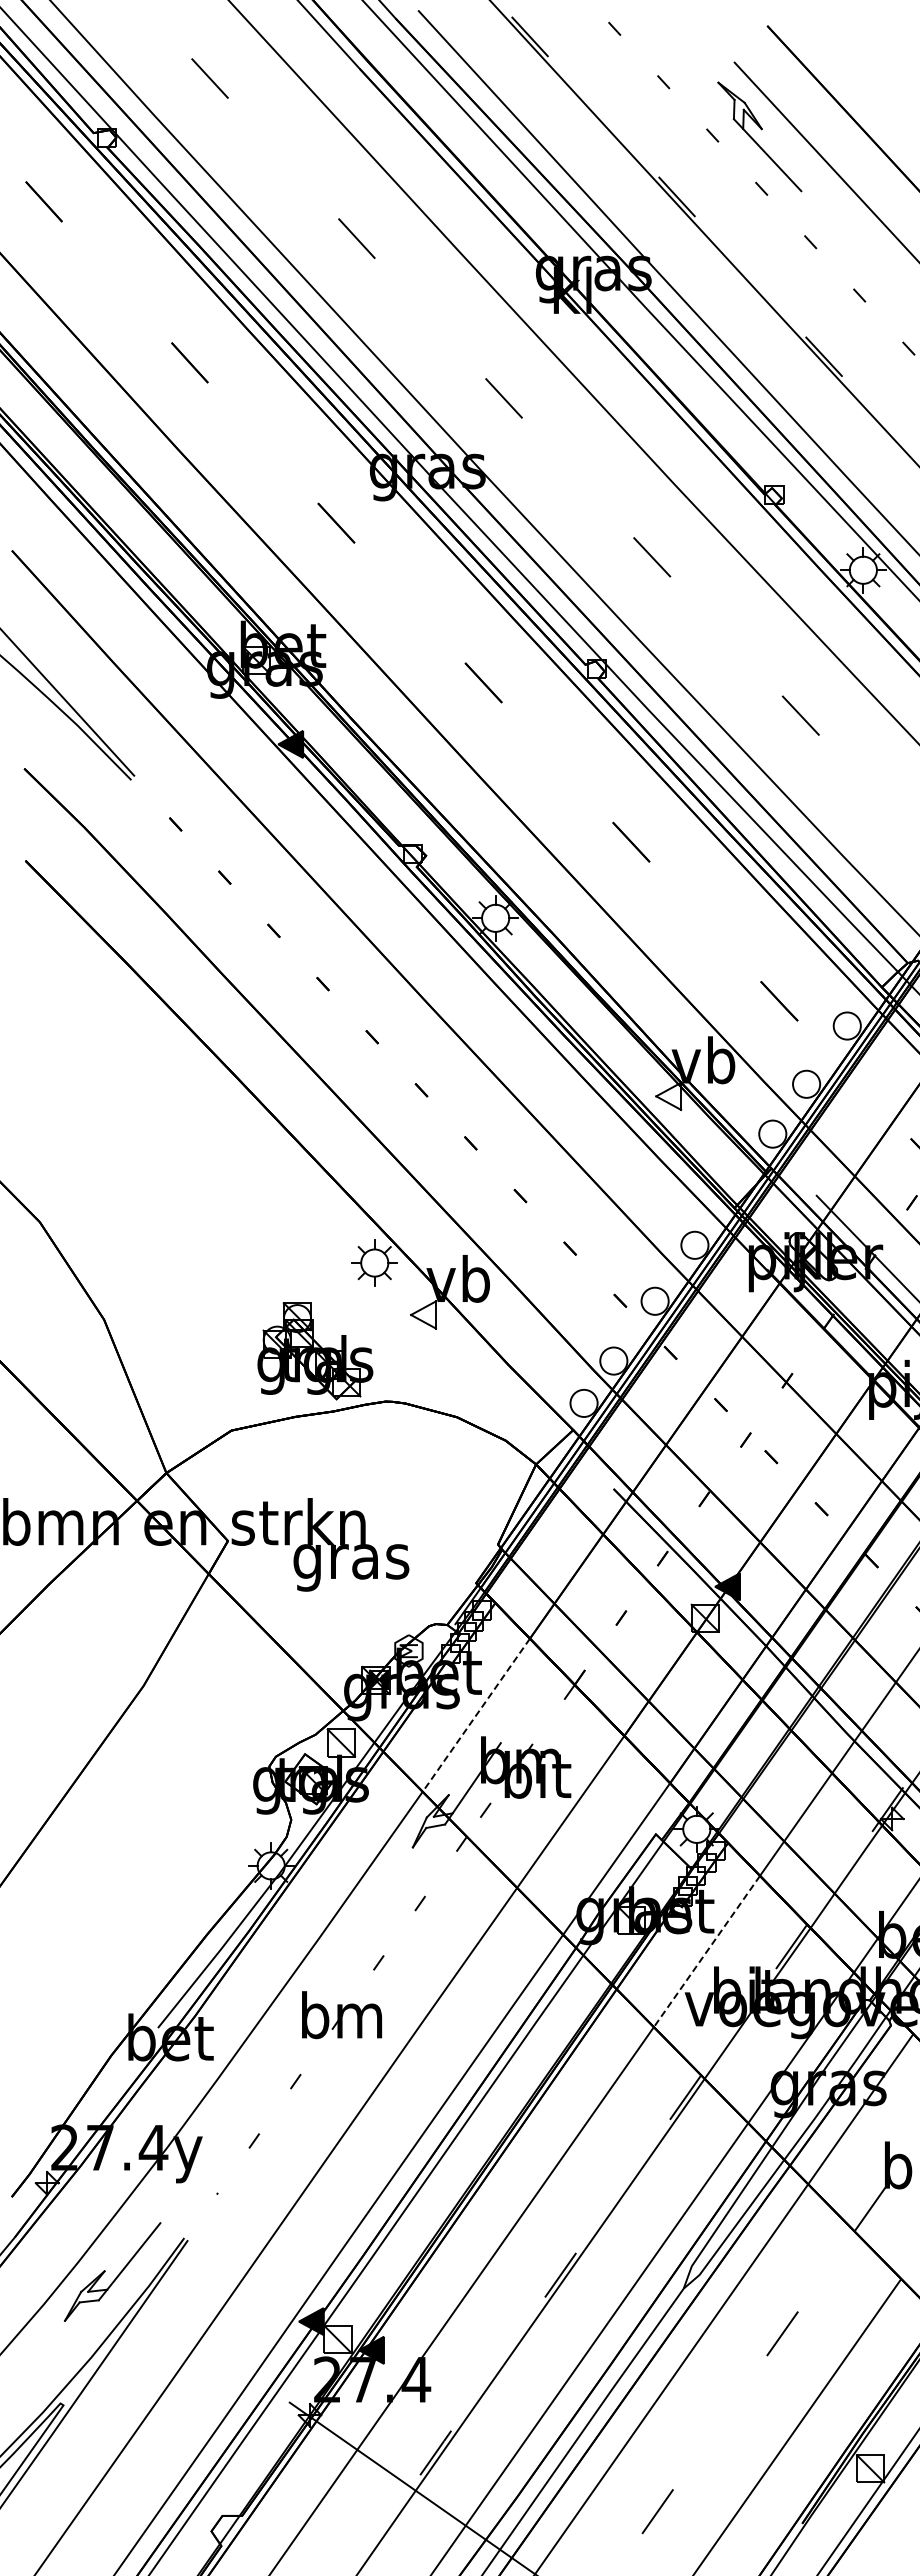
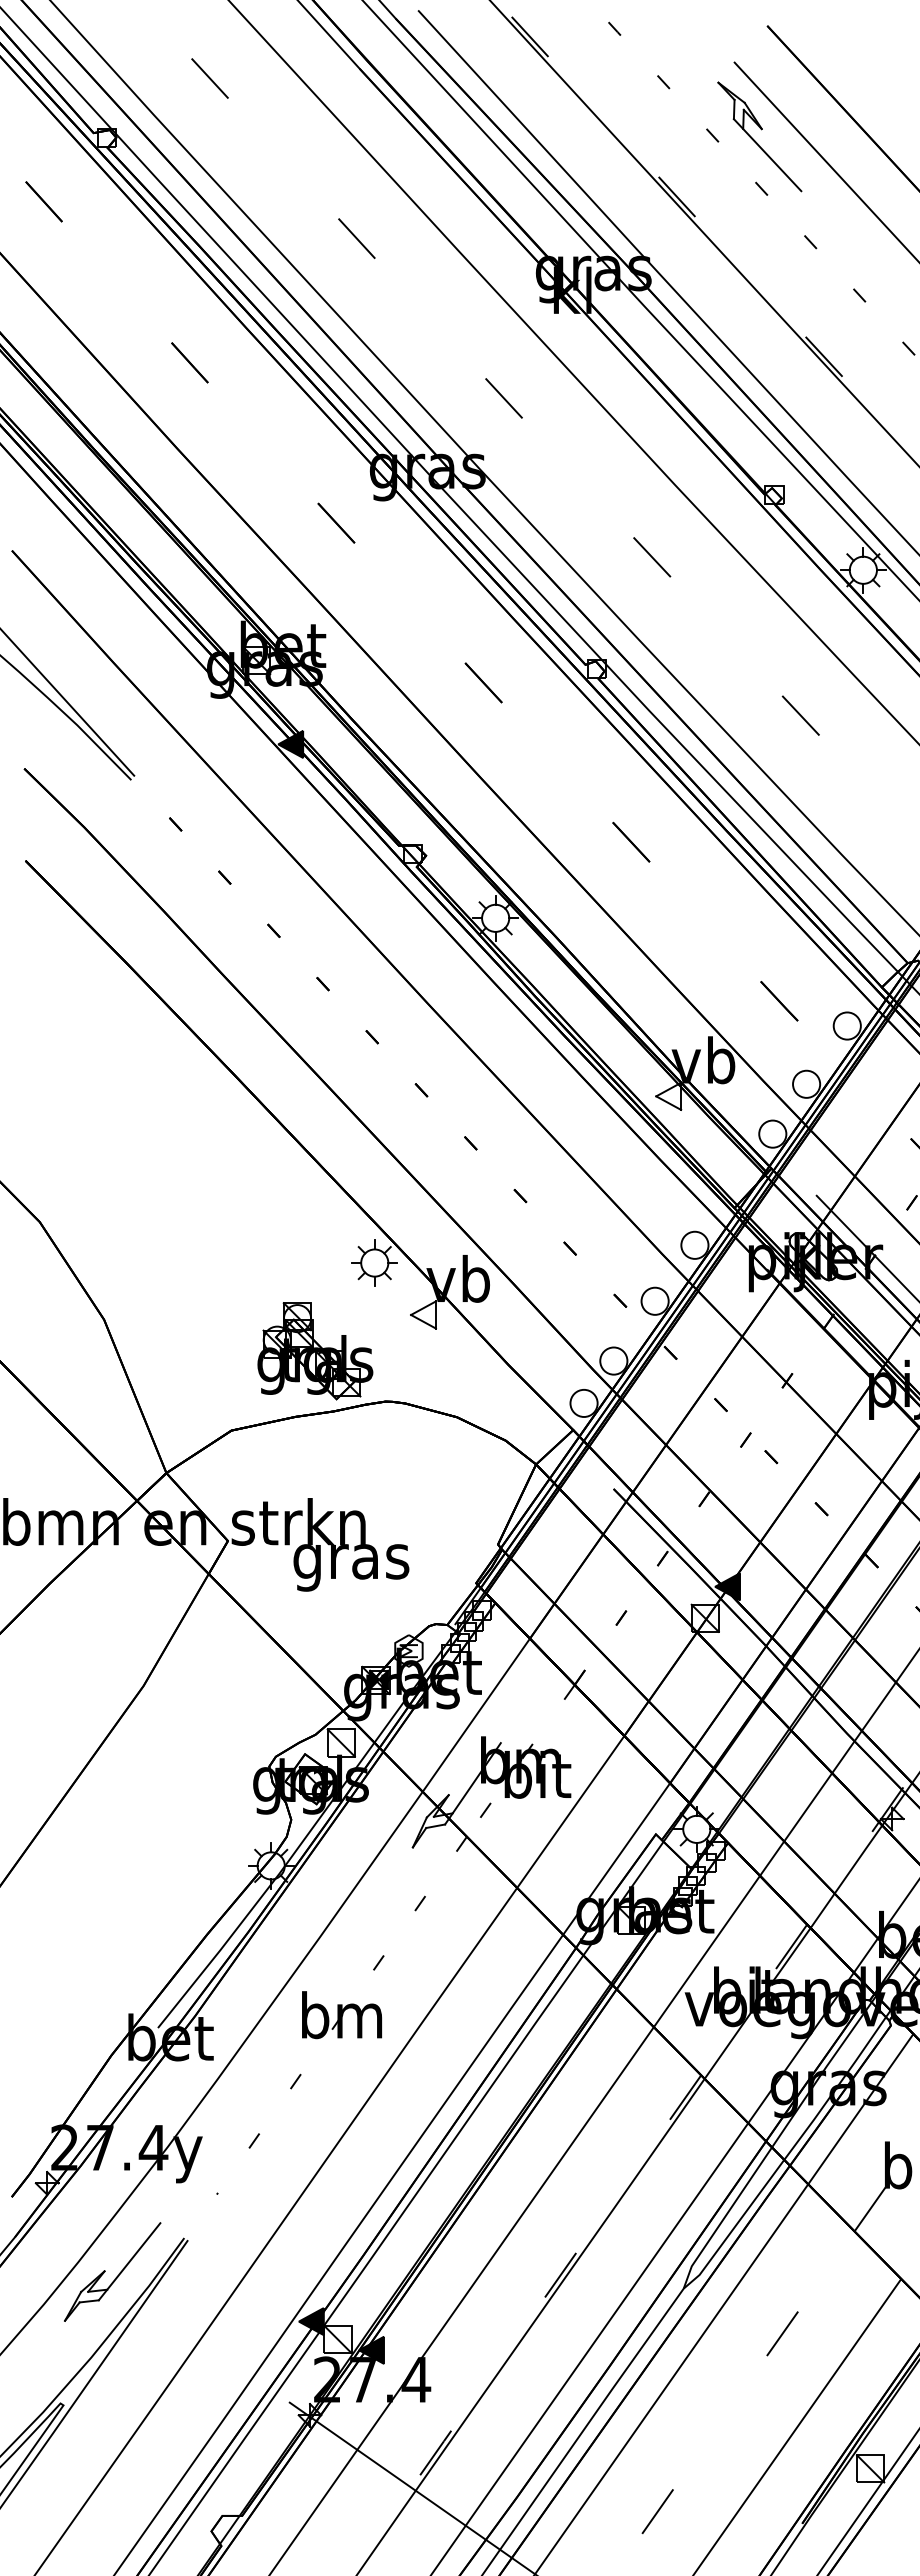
line at (476, 1715): dashed -> solid
line at (706, 1951): dashed -> solid
